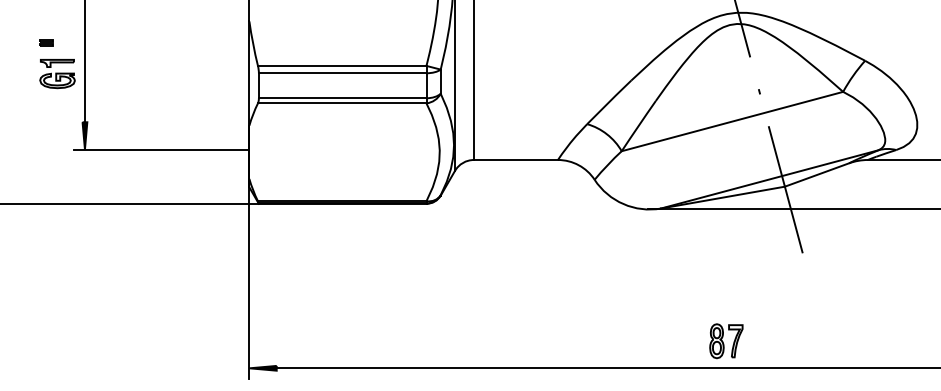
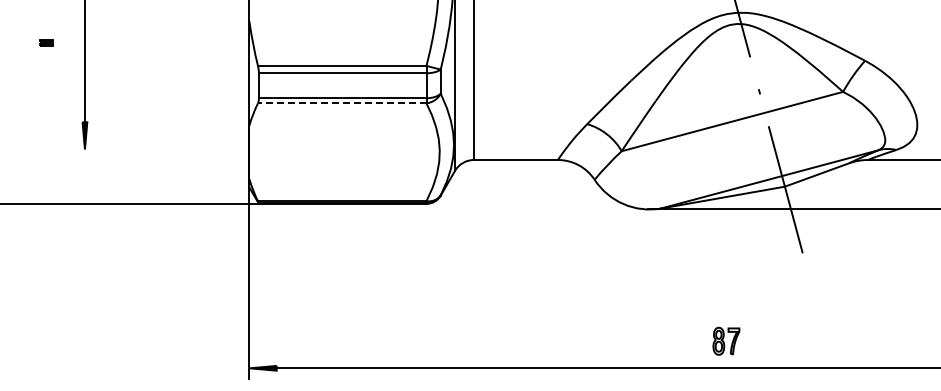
part at (57, 74): present -> none
line at (341, 103): solid -> dashed
line at (161, 149): present -> none
part at (726, 341) size: 35x37 px -> 29x30 px
